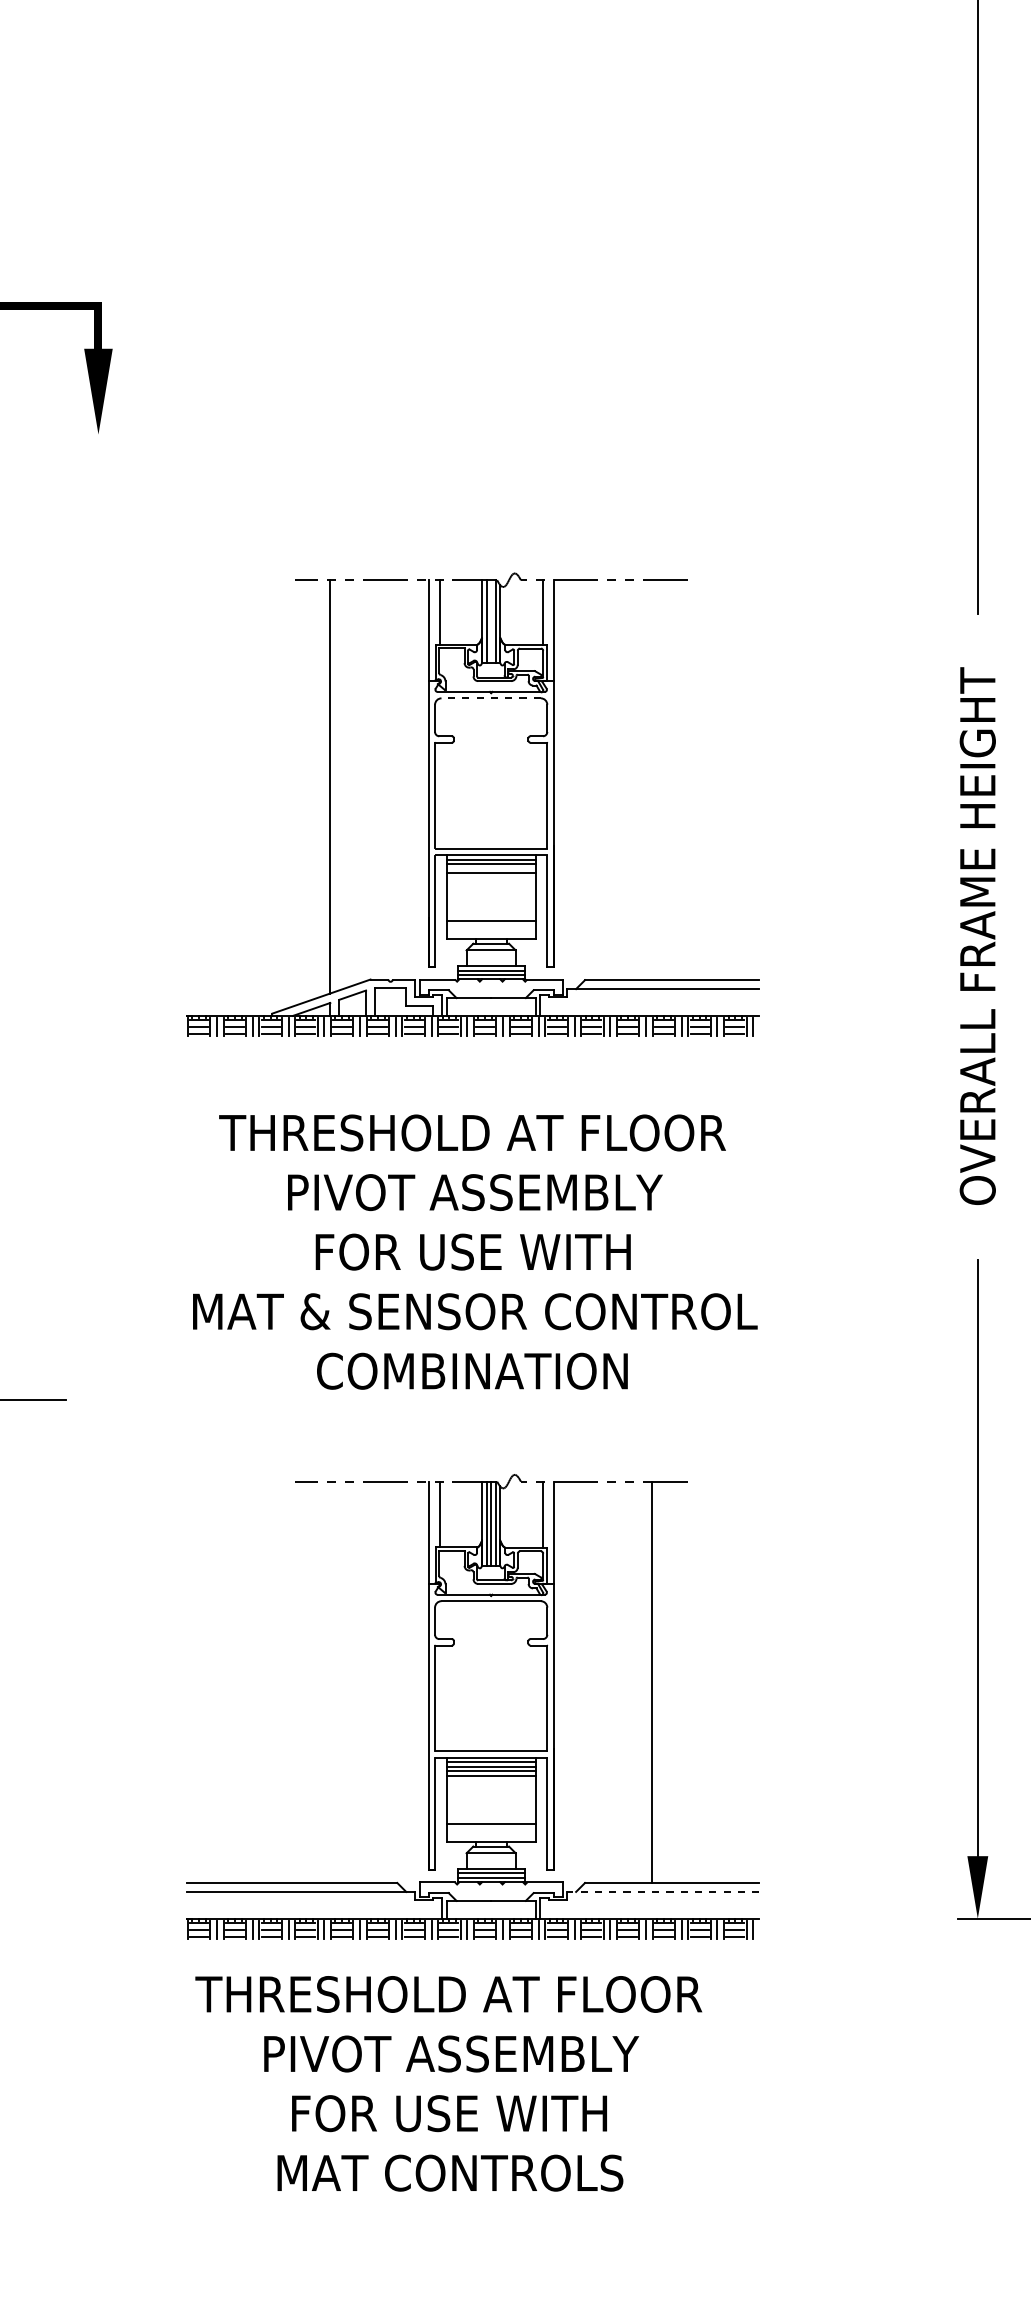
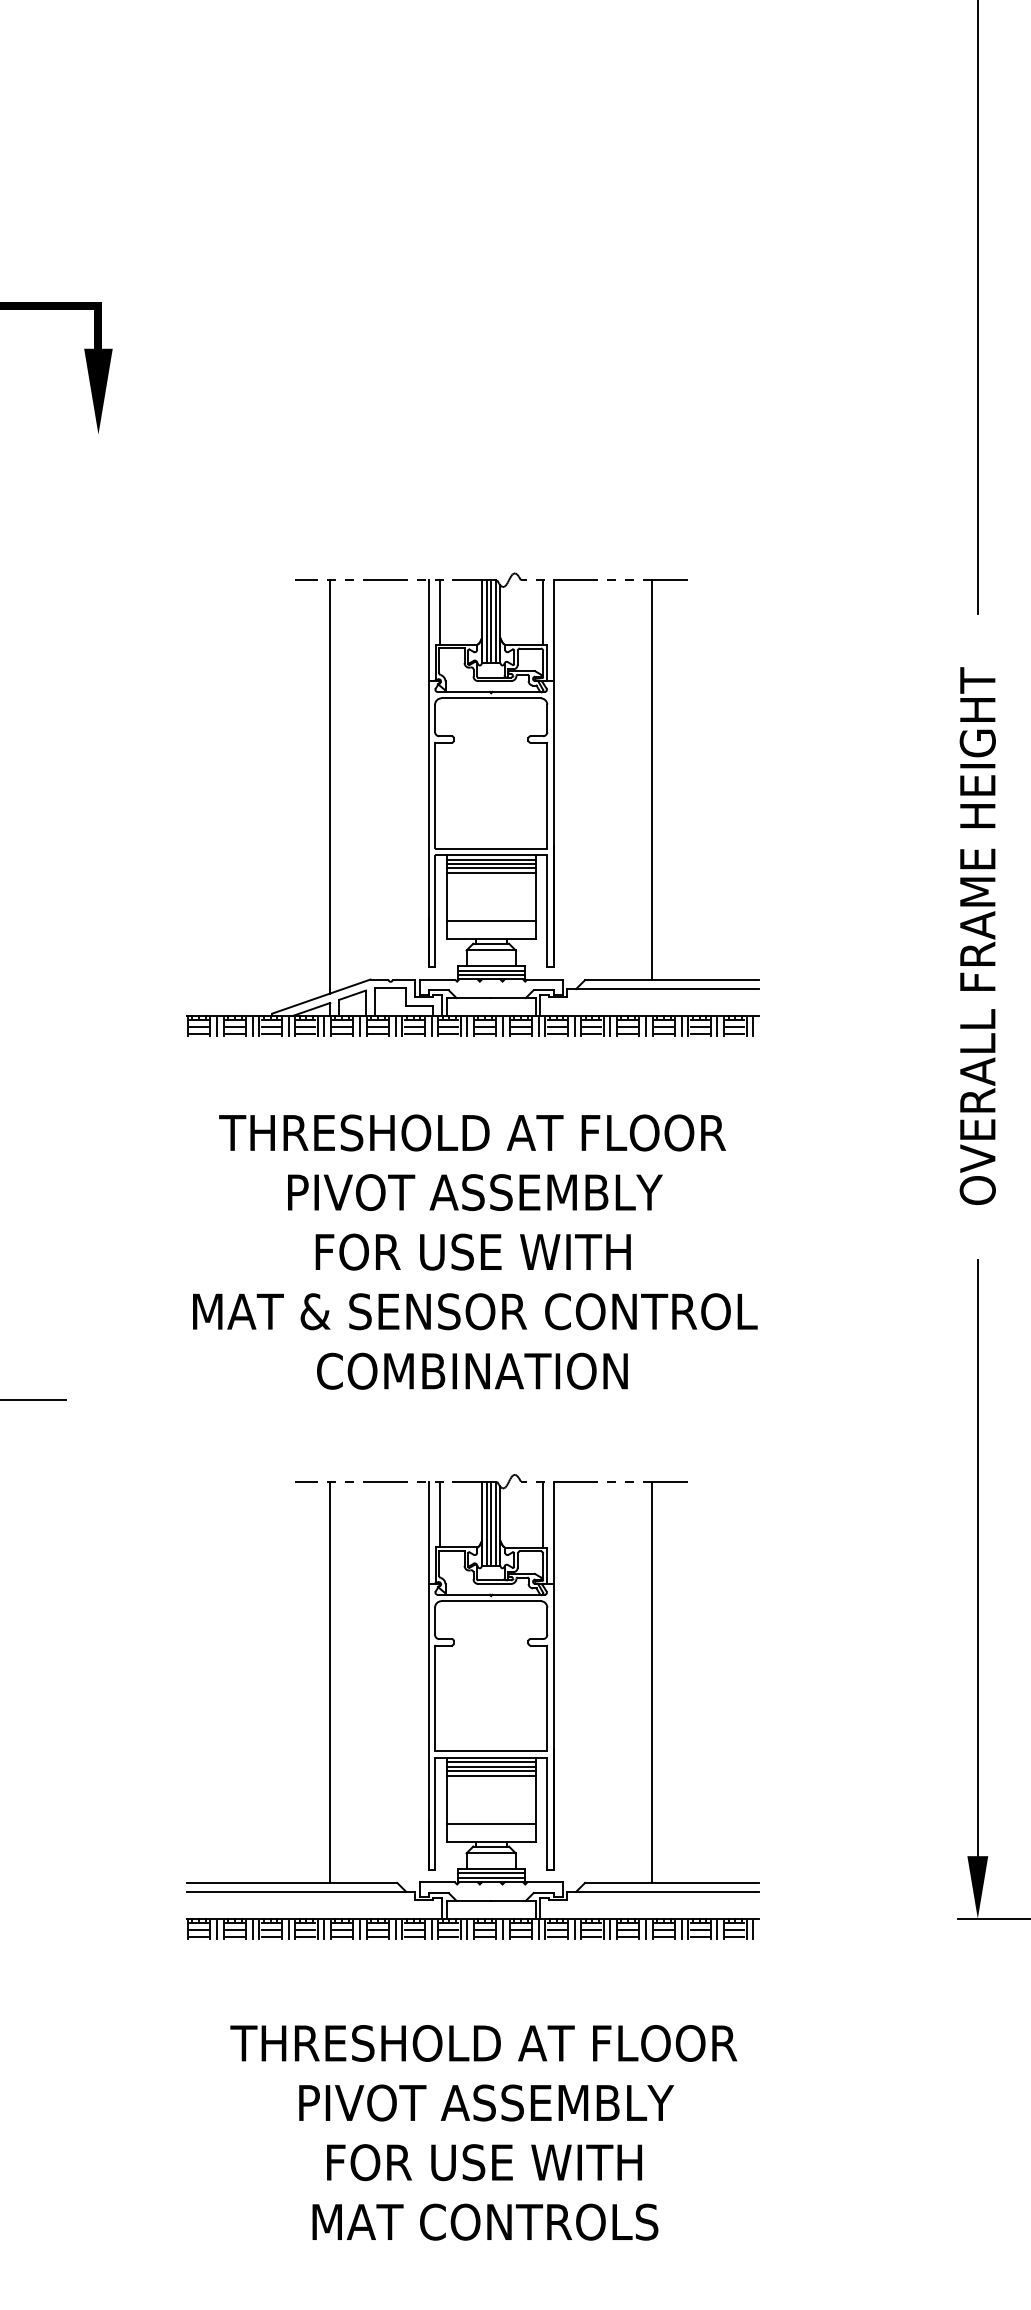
line at (491, 621): none -> present
line at (491, 698): dashed -> solid
line at (652, 780): none -> present
line at (490, 868): none -> present
line at (330, 1681): none -> present
line at (662, 1891): dashed -> solid
text at (448, 2083) position: (448, 2083) -> (483, 2132)
